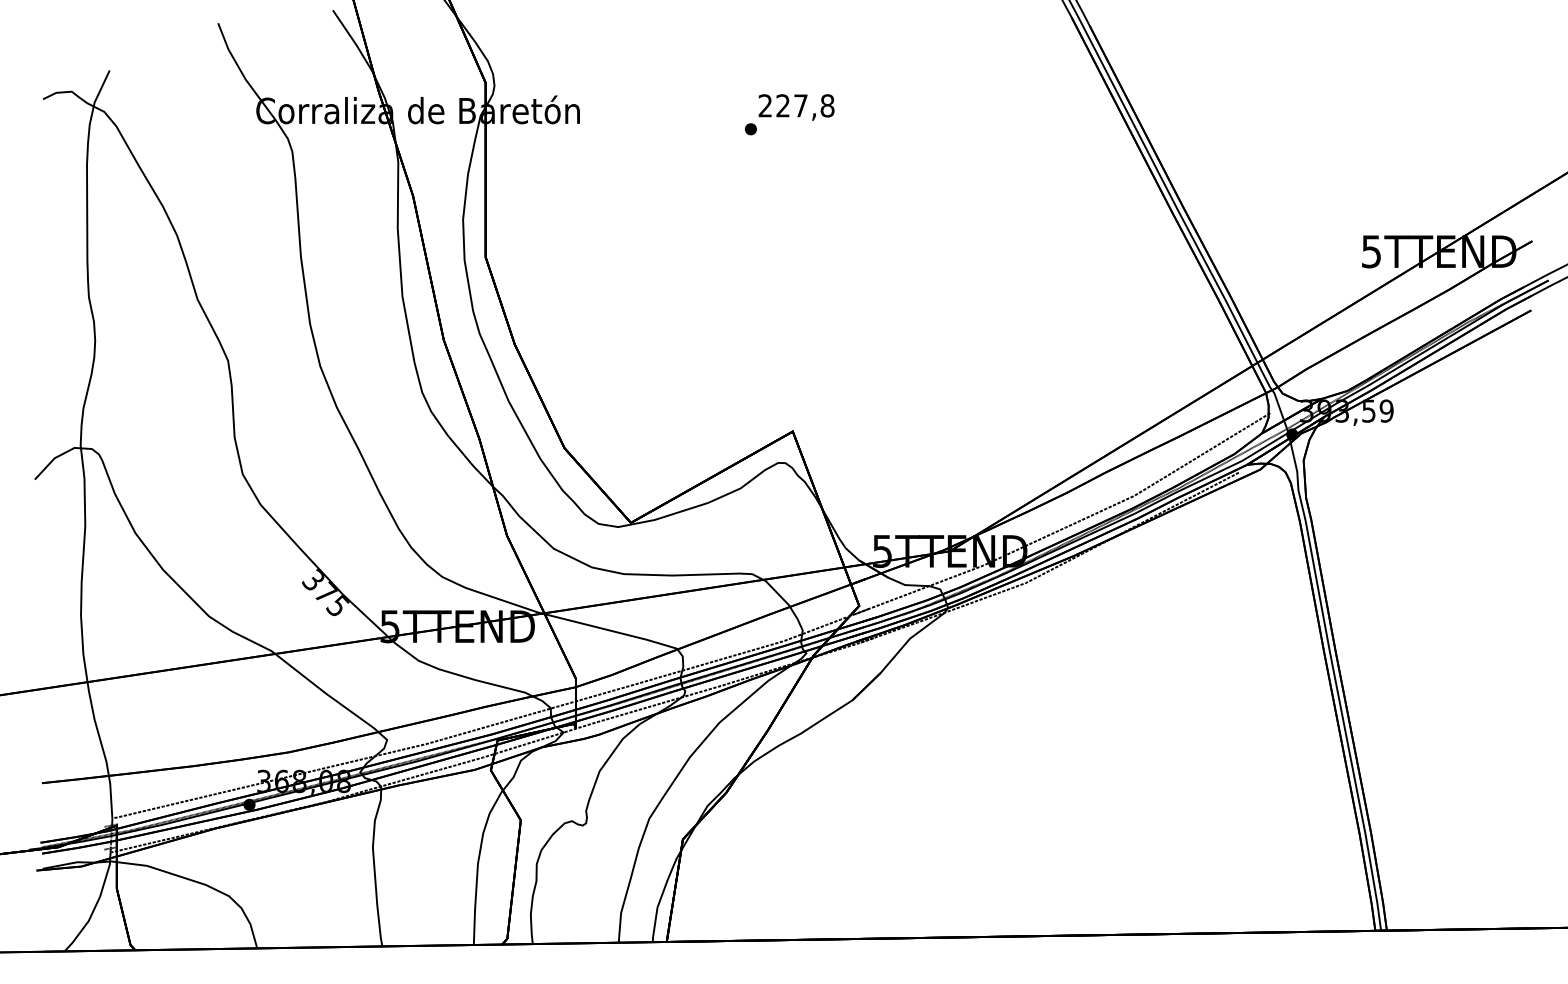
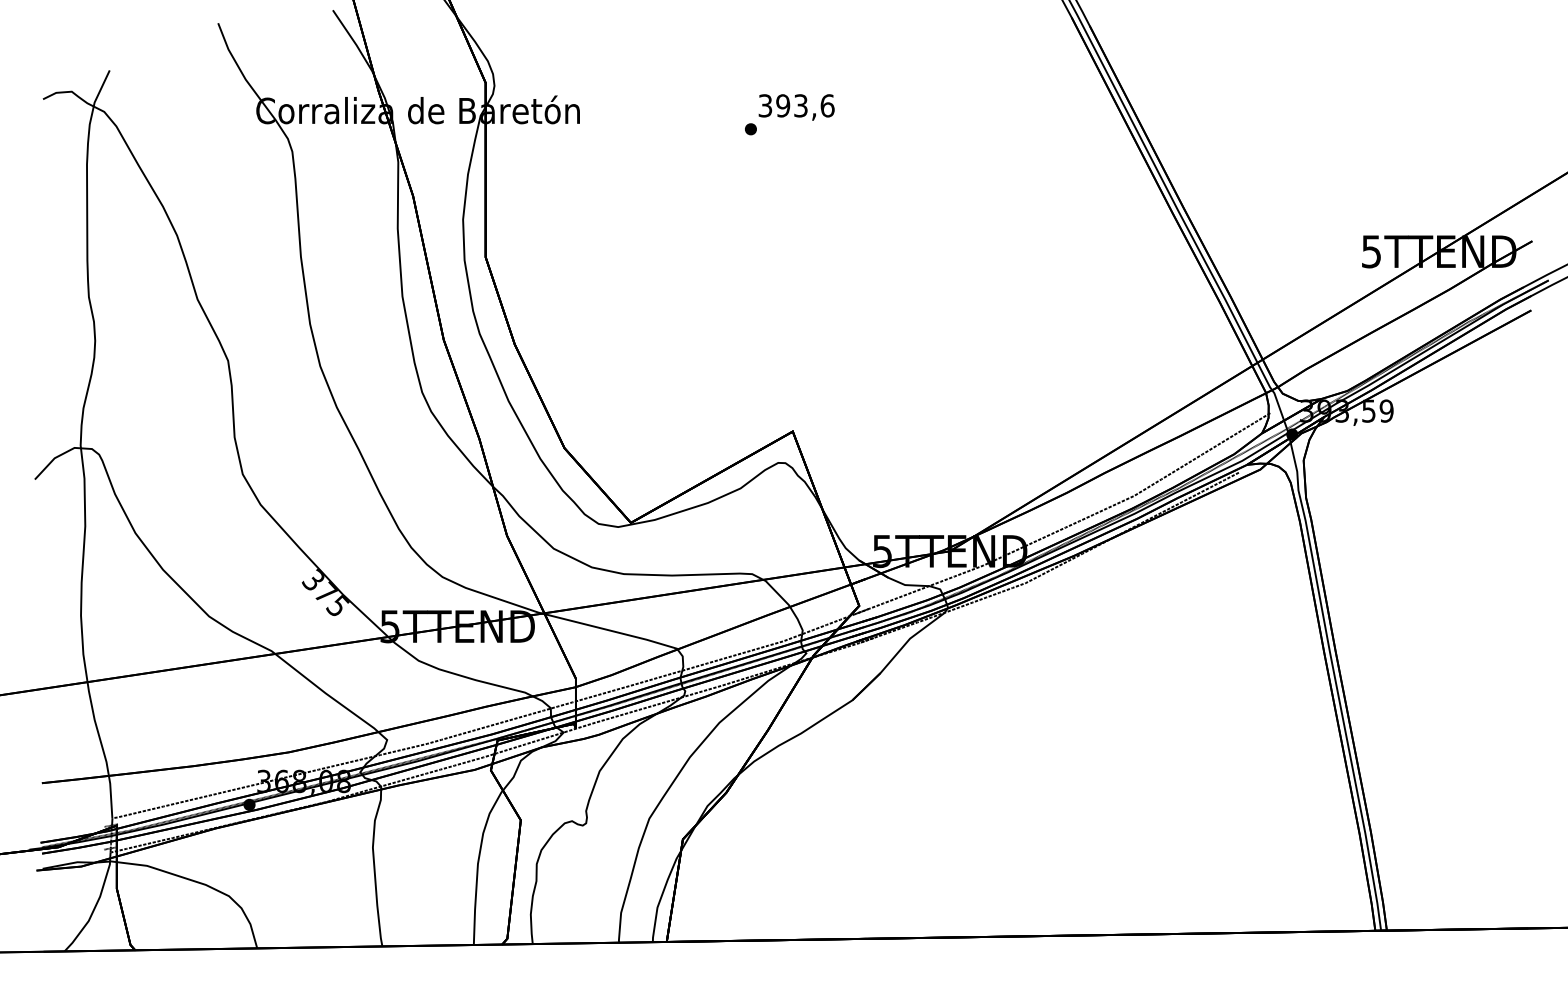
text at (796, 105): 227,8 -> 393,6
